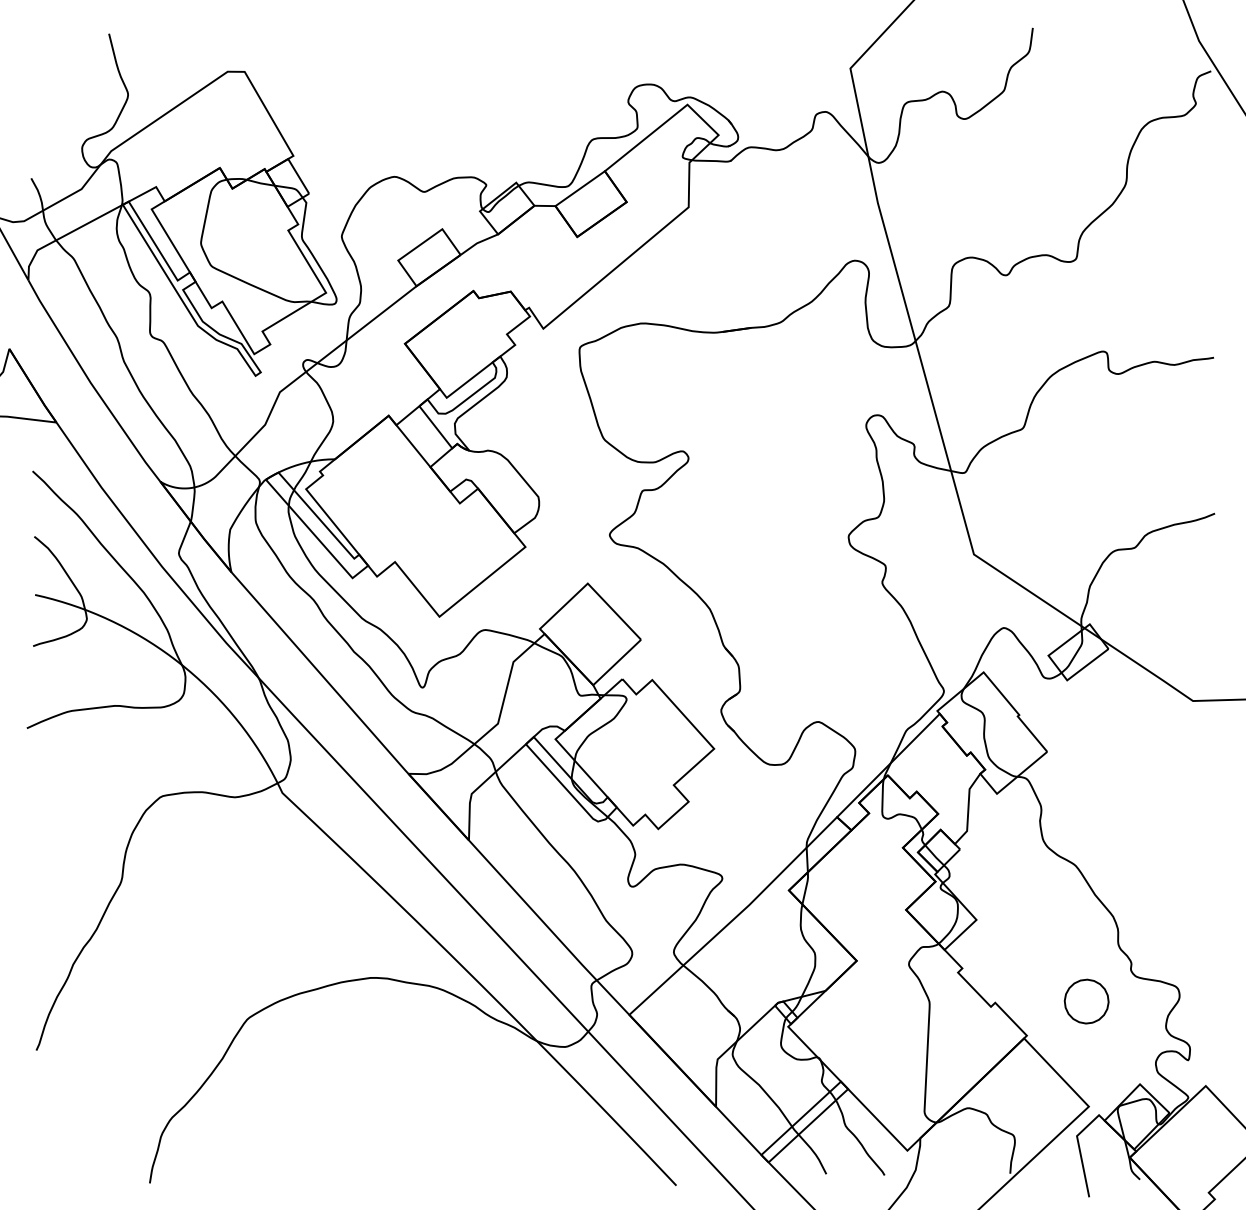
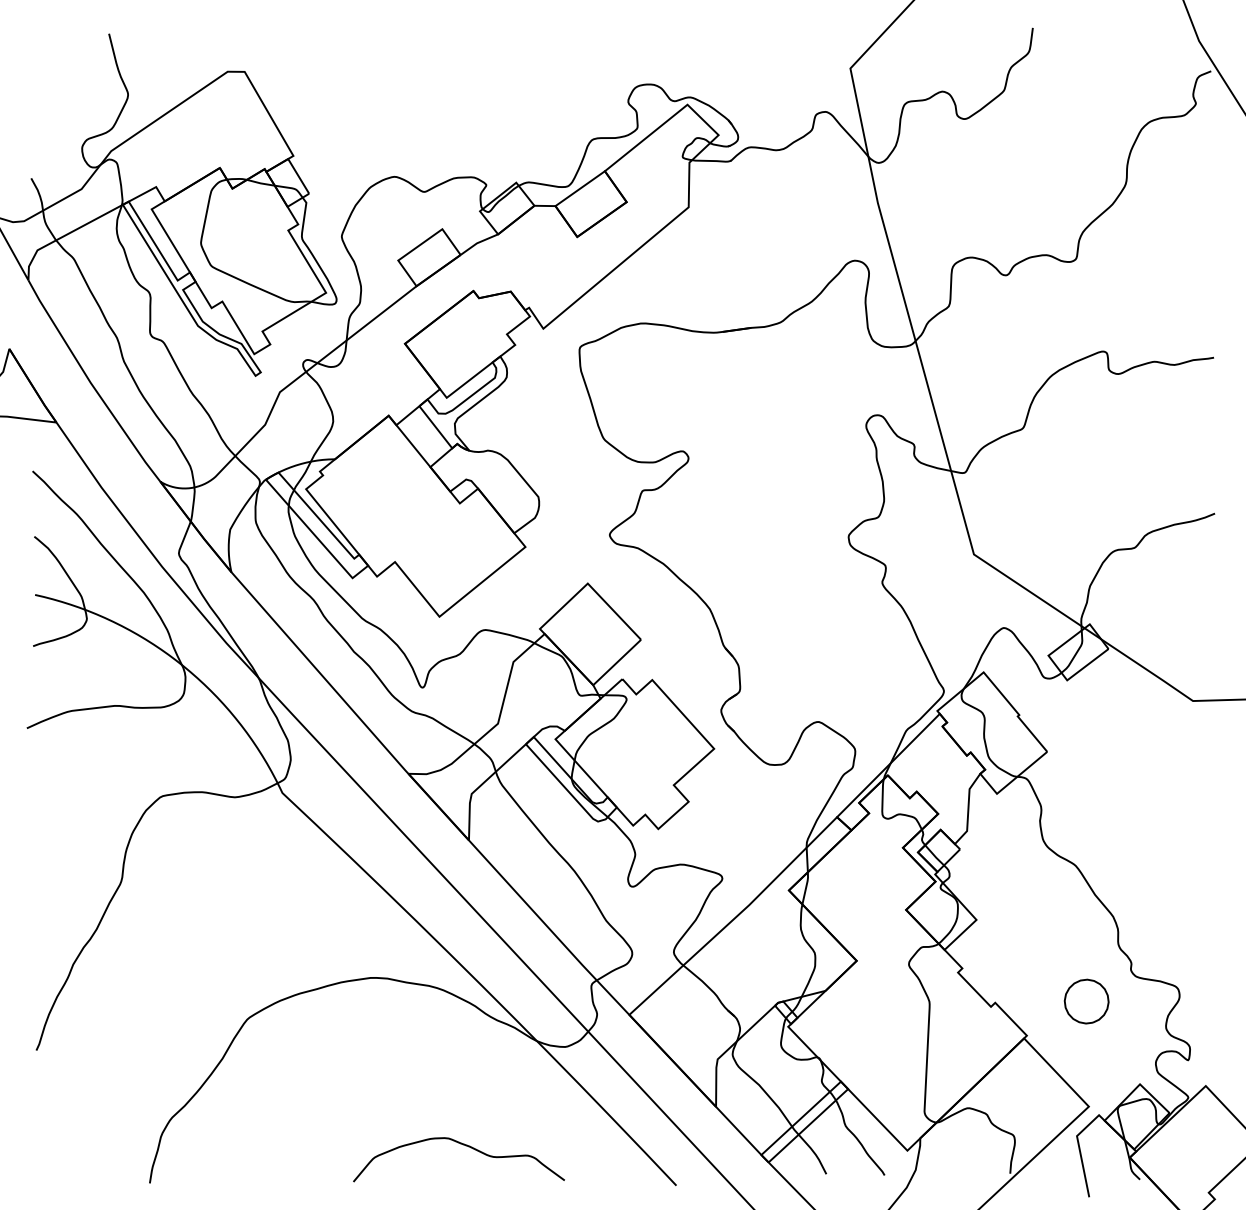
curve at (463, 1145): none -> present
